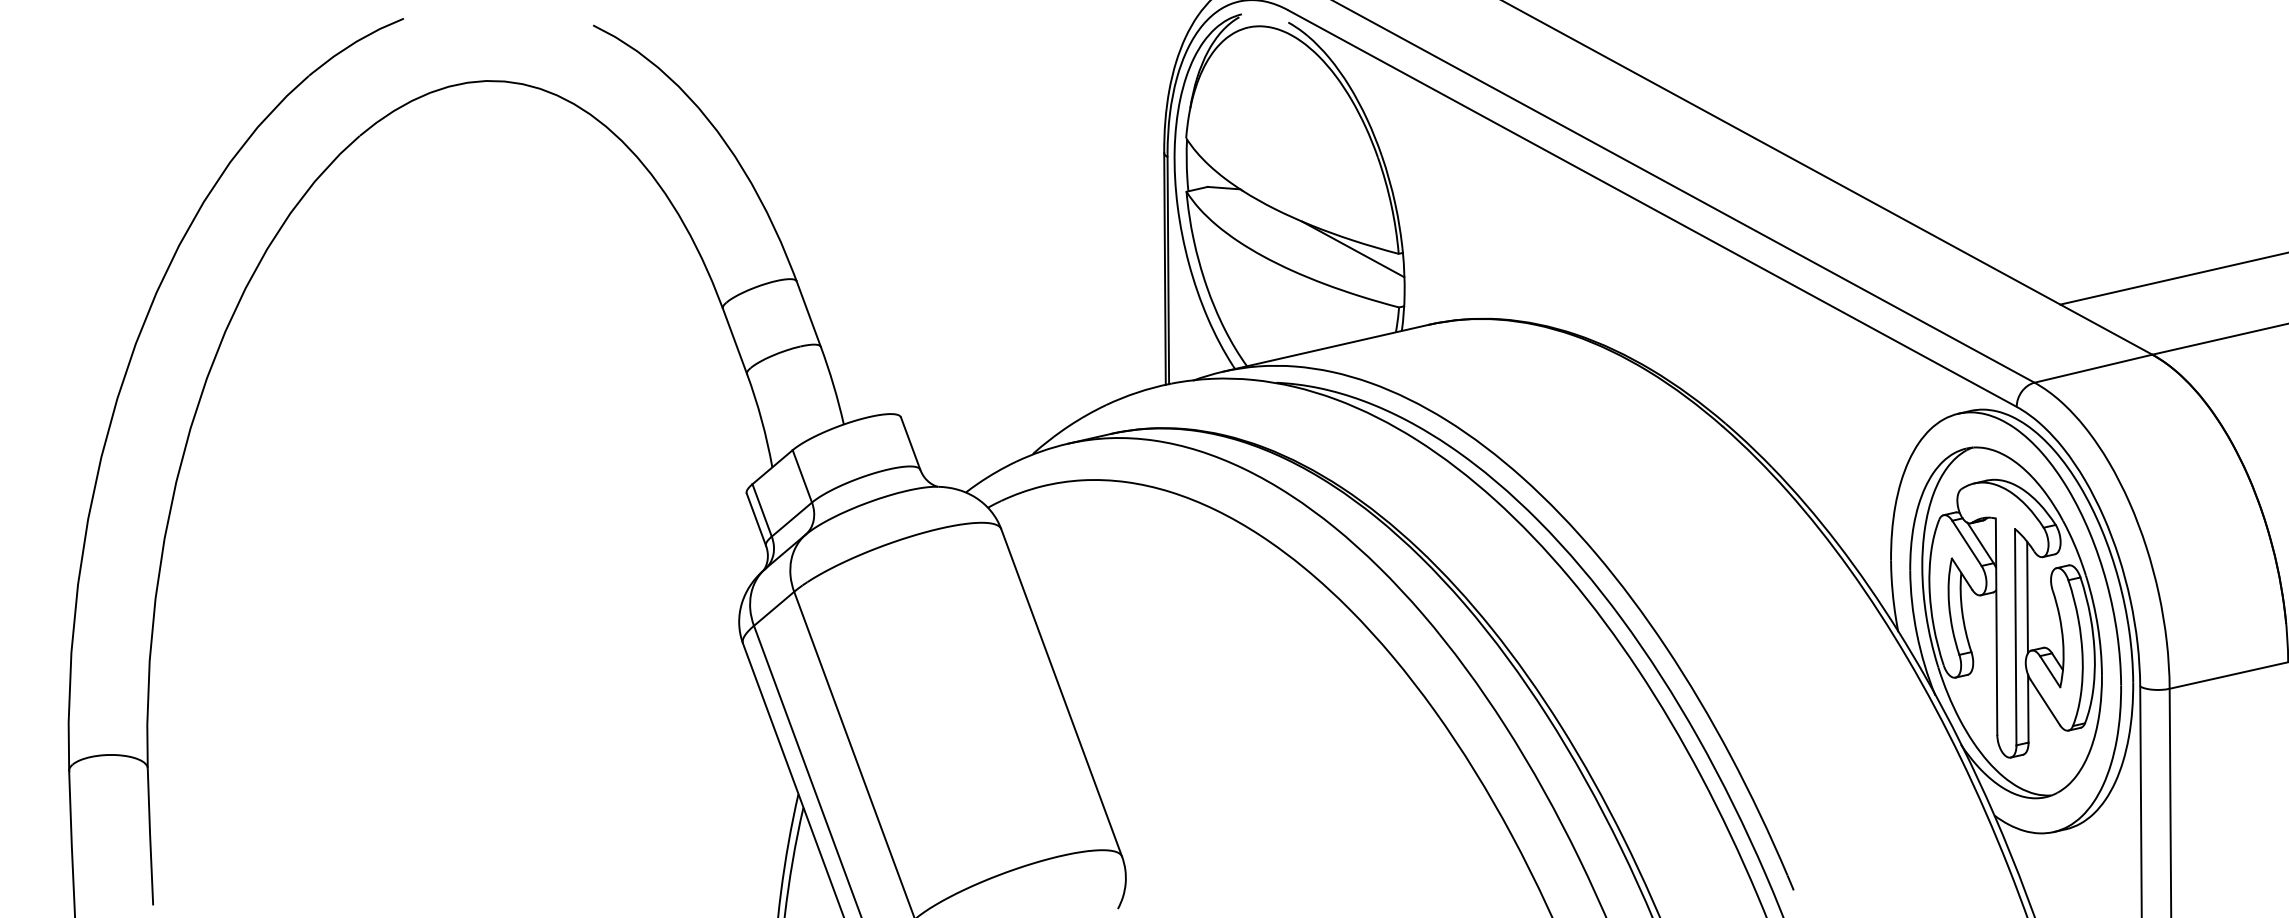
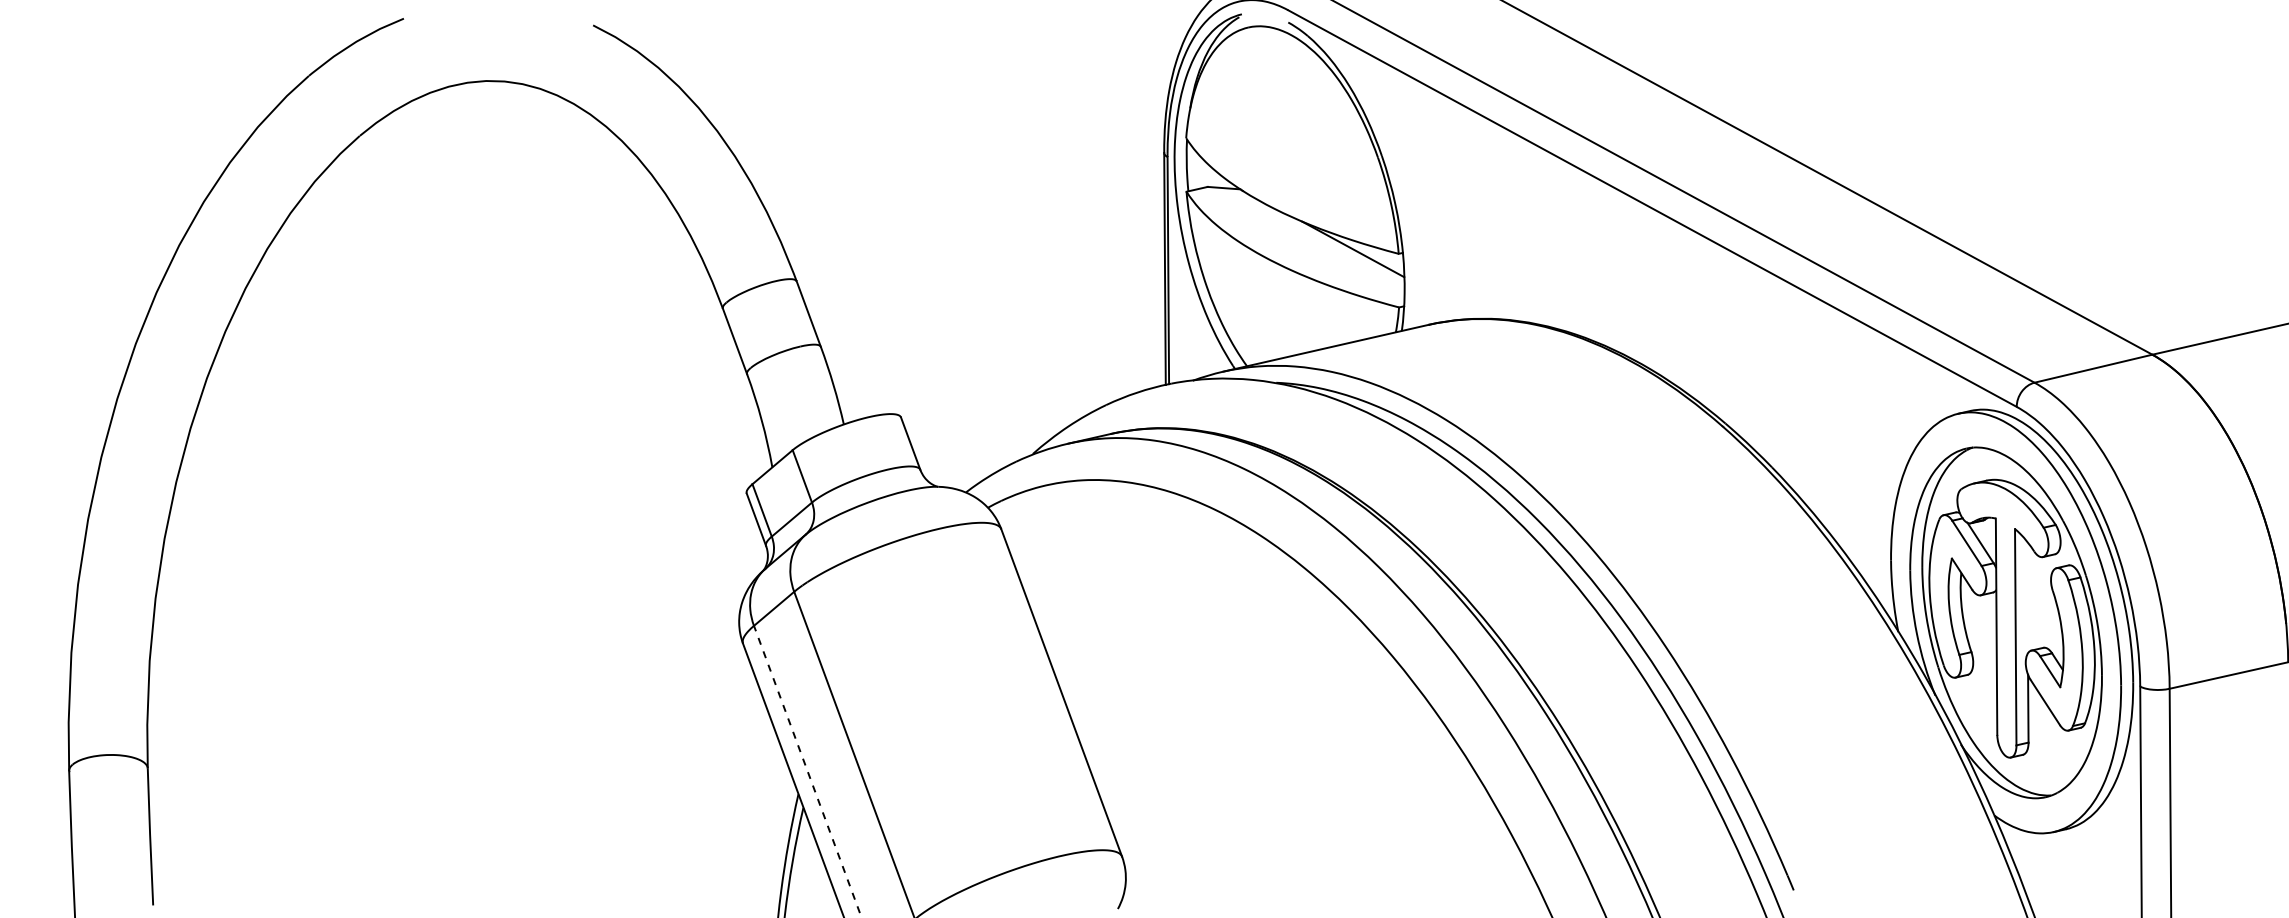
line at (2172, 278): present -> none
line at (2027, 597): present -> none
line at (807, 771): solid -> dashed
